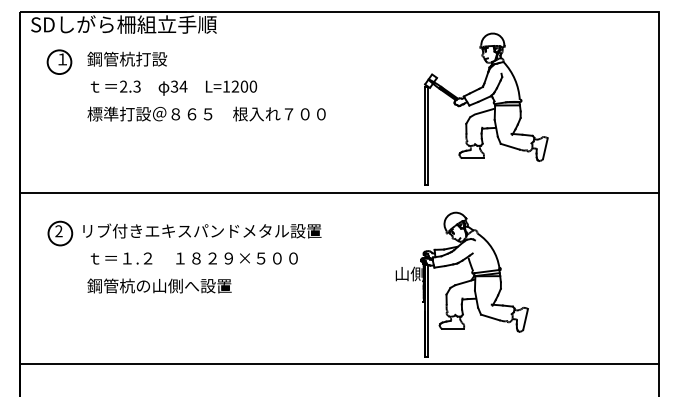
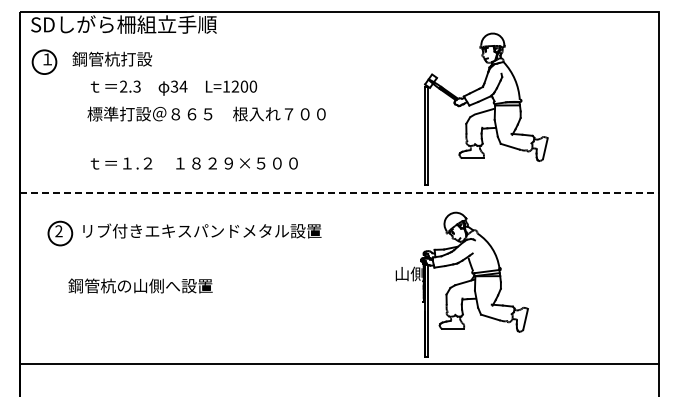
part at (106, 61) position: (106, 61) -> (91, 61)
line at (339, 192): solid -> dashed
text at (193, 258) position: (193, 258) -> (193, 163)
text at (159, 285) position: (159, 285) -> (140, 285)
